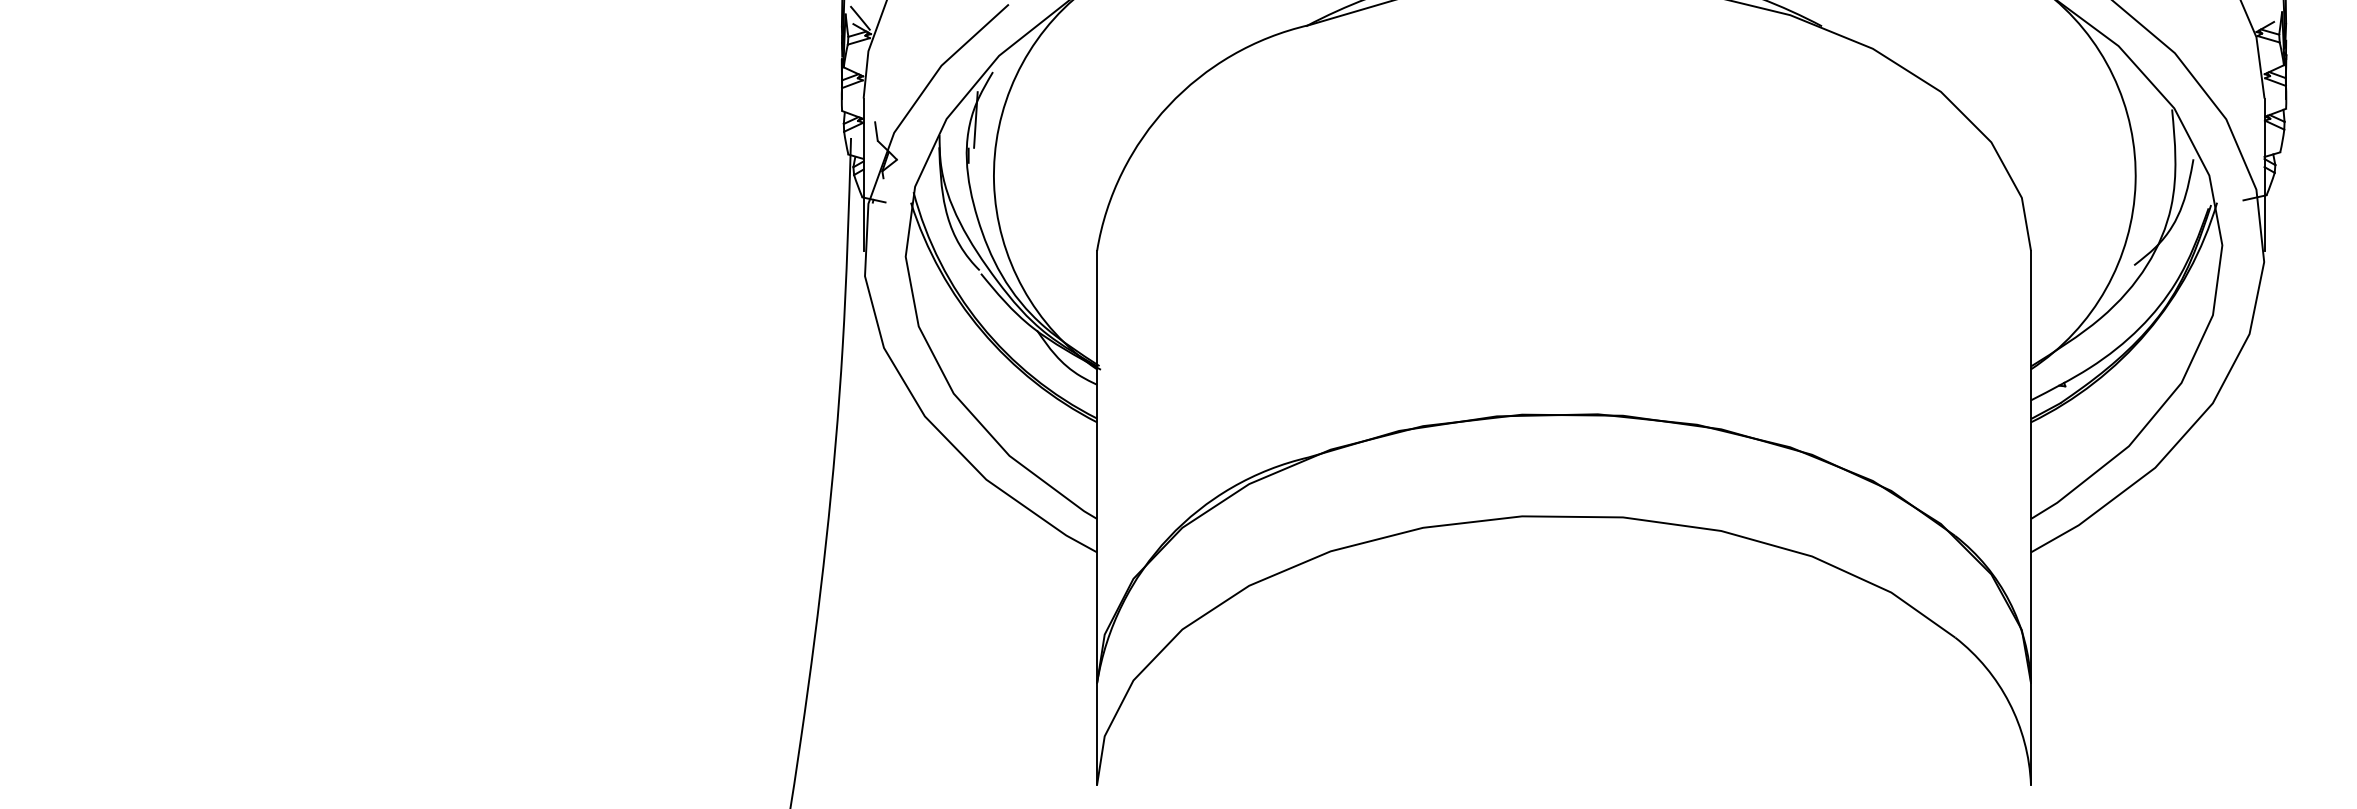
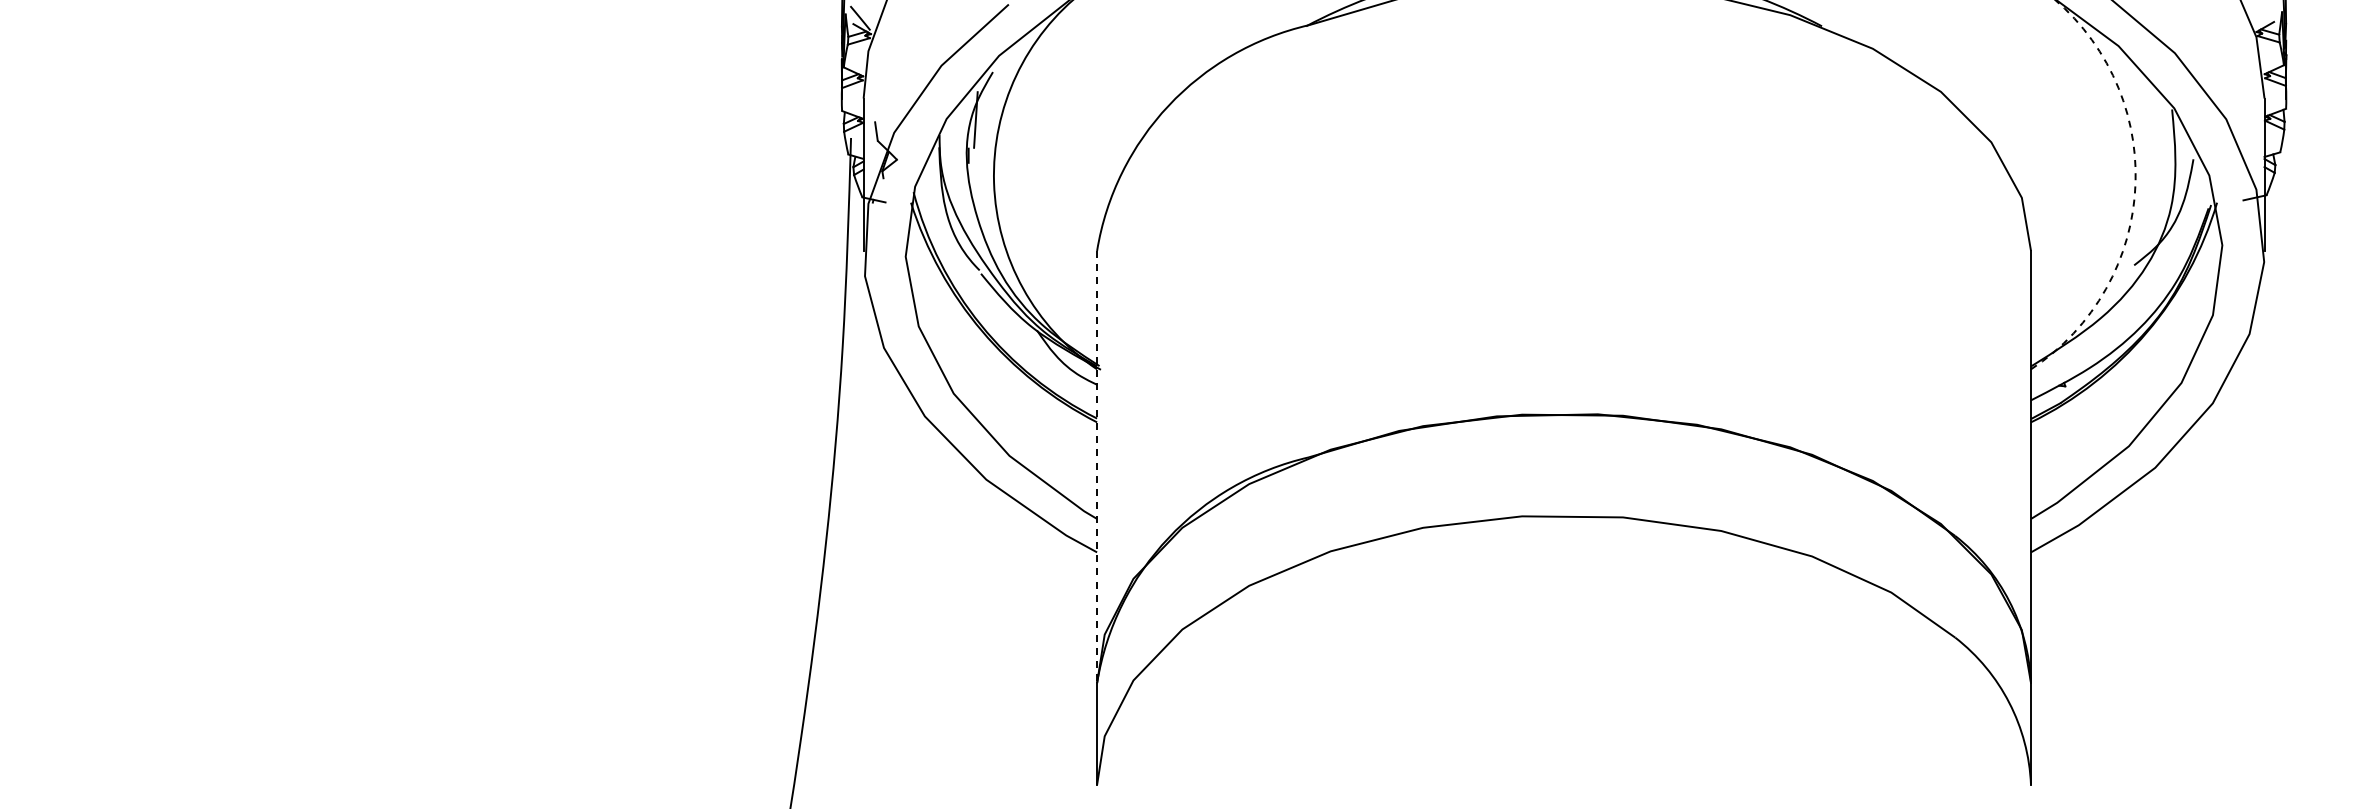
arc at (2135, 190): solid -> dashed
line at (1097, 467): solid -> dashed
